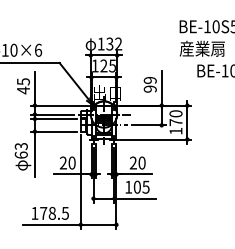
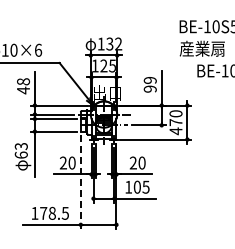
text at (23, 81): 45 -> 48
text at (175, 131): 170 -> 470
line at (80, 181): solid -> dashed
